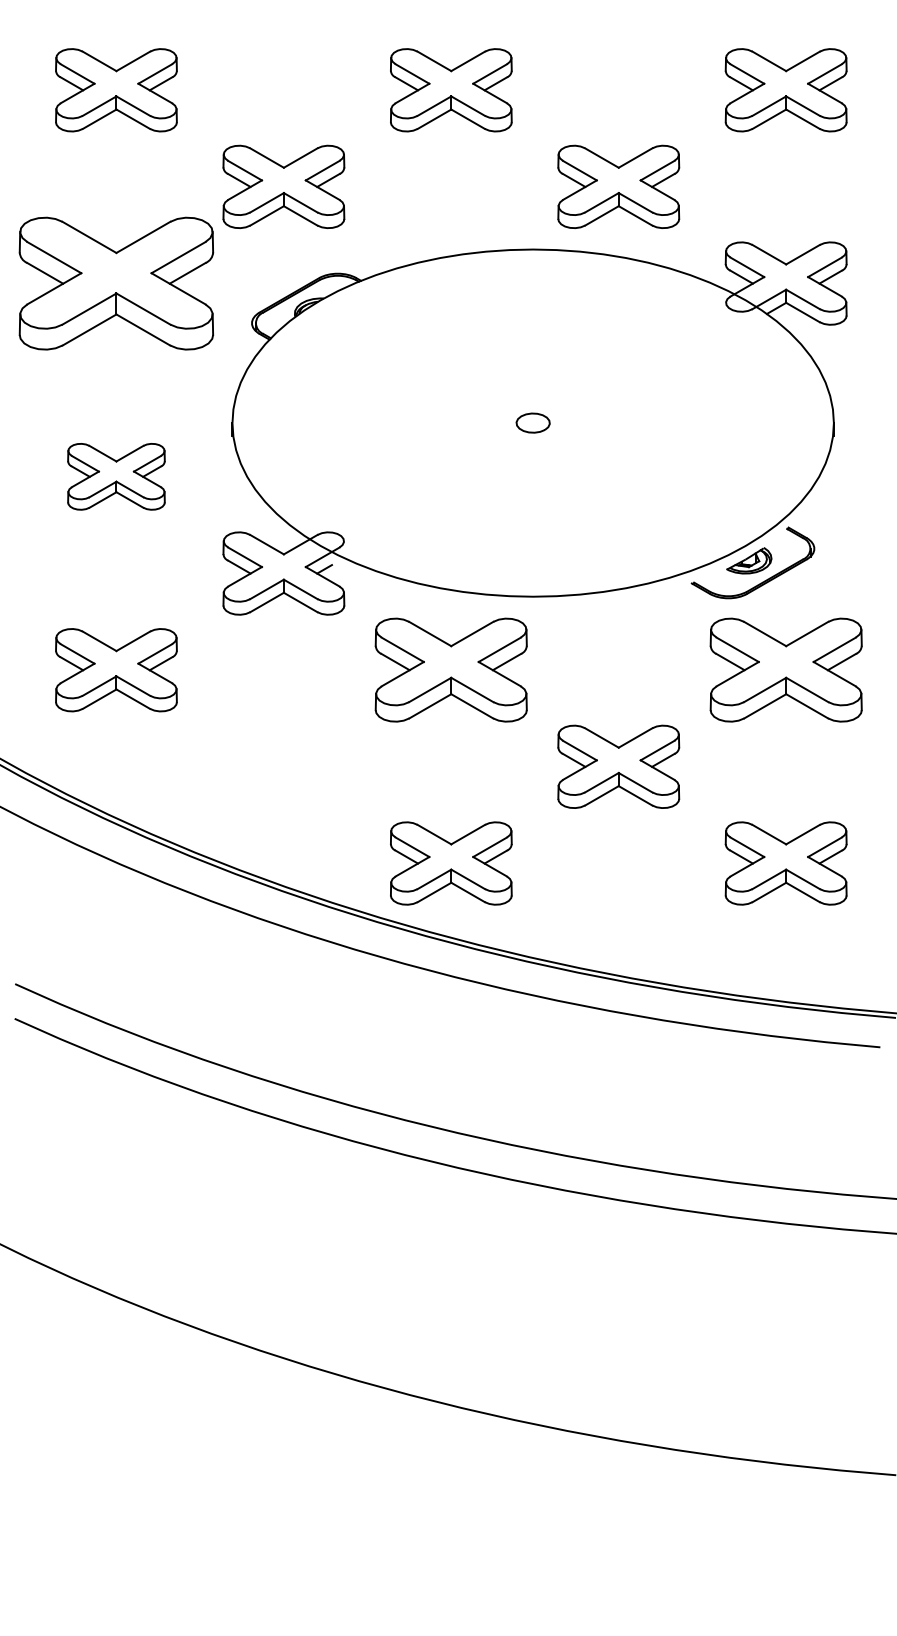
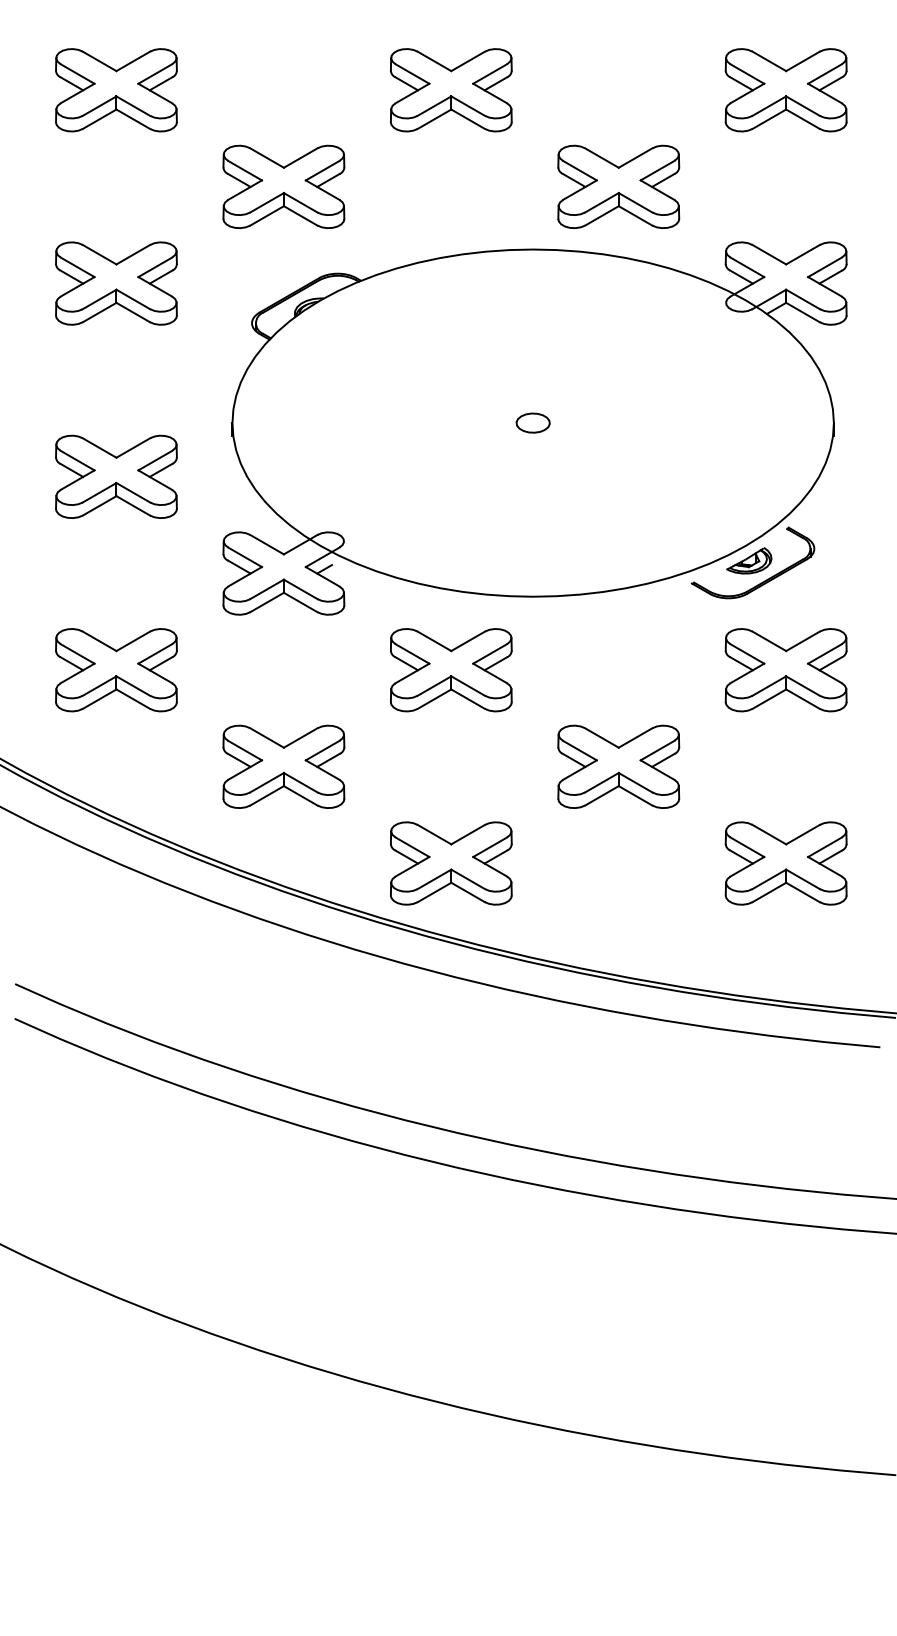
part at (116, 283) size: 197x135 px -> 123x85 px
part at (116, 476) size: 99x68 px -> 123x85 px
part at (450, 669) size: 154x106 px -> 123x85 px
part at (785, 669) size: 154x106 px -> 124x85 px
part at (283, 766): none -> present
